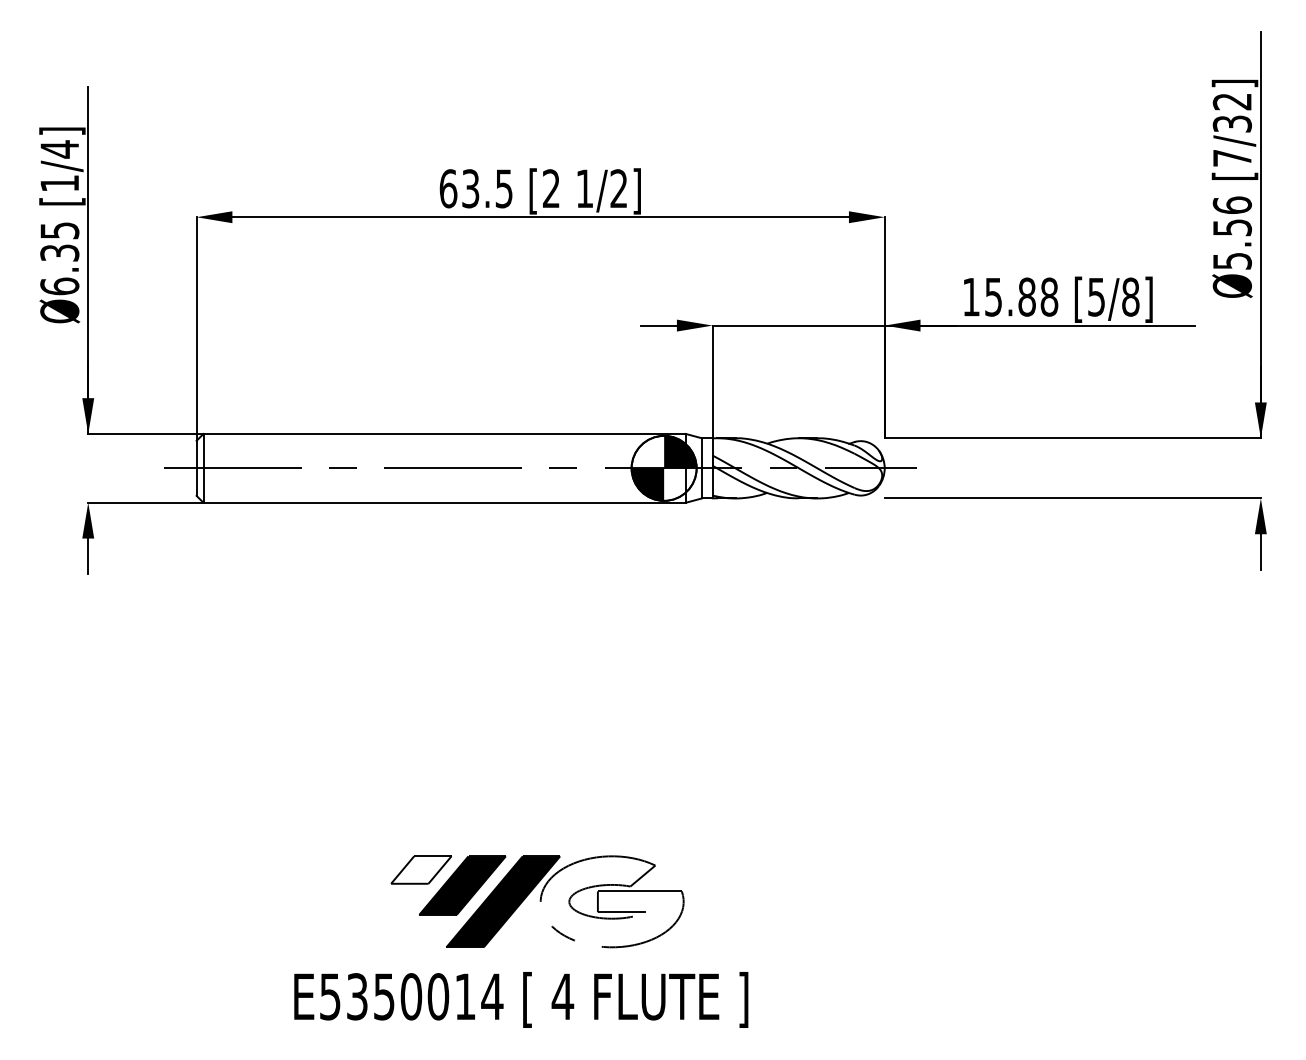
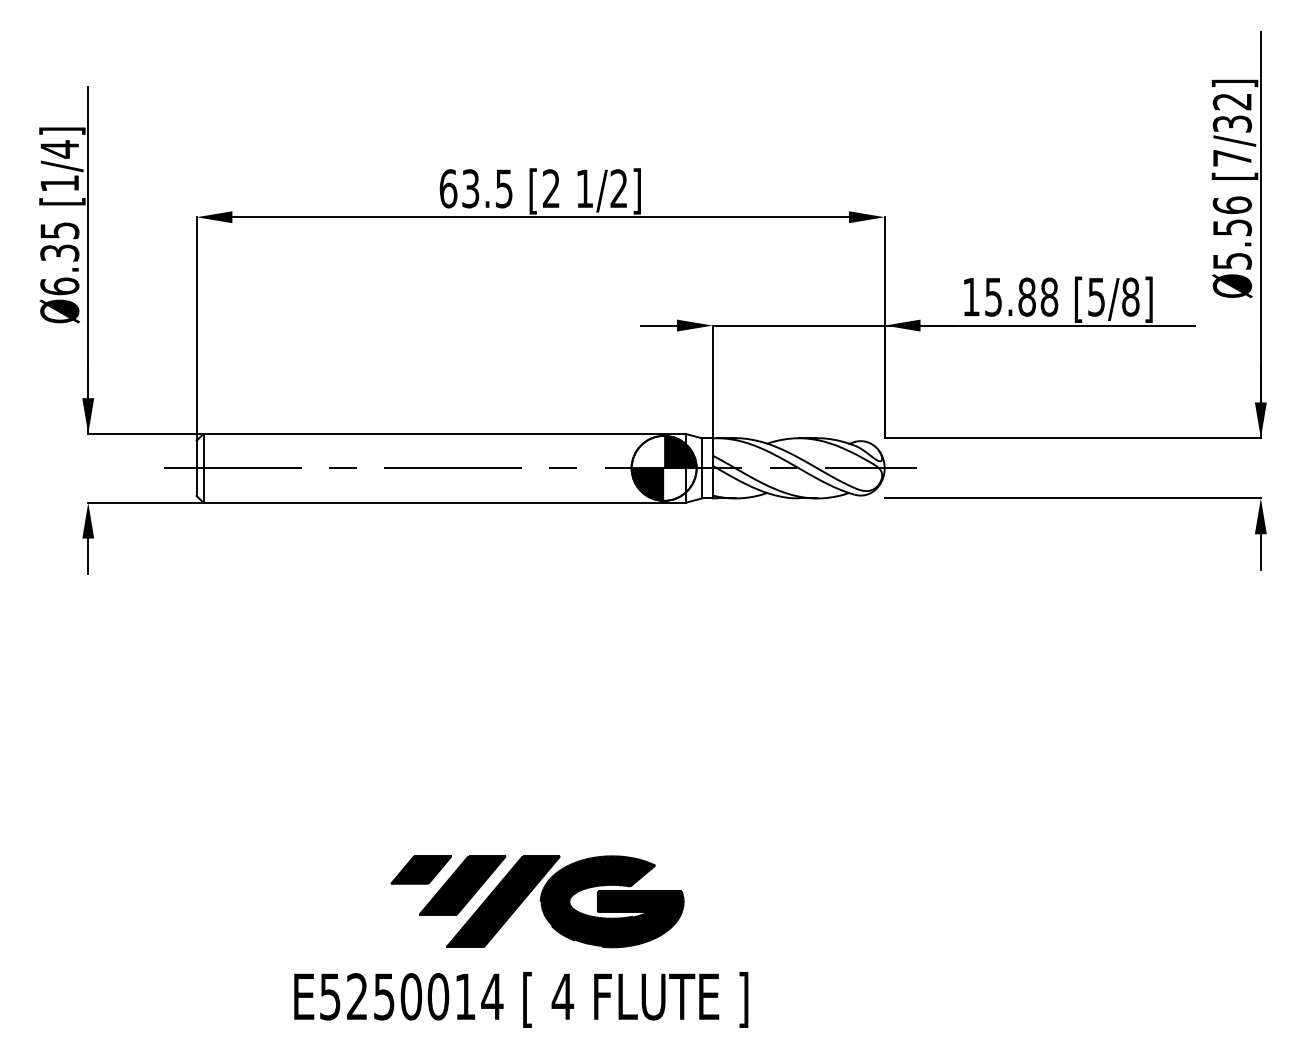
fill at (421, 869): none -> present
fill at (611, 901): none -> present
text at (357, 996): E5350014 -> E5250014
